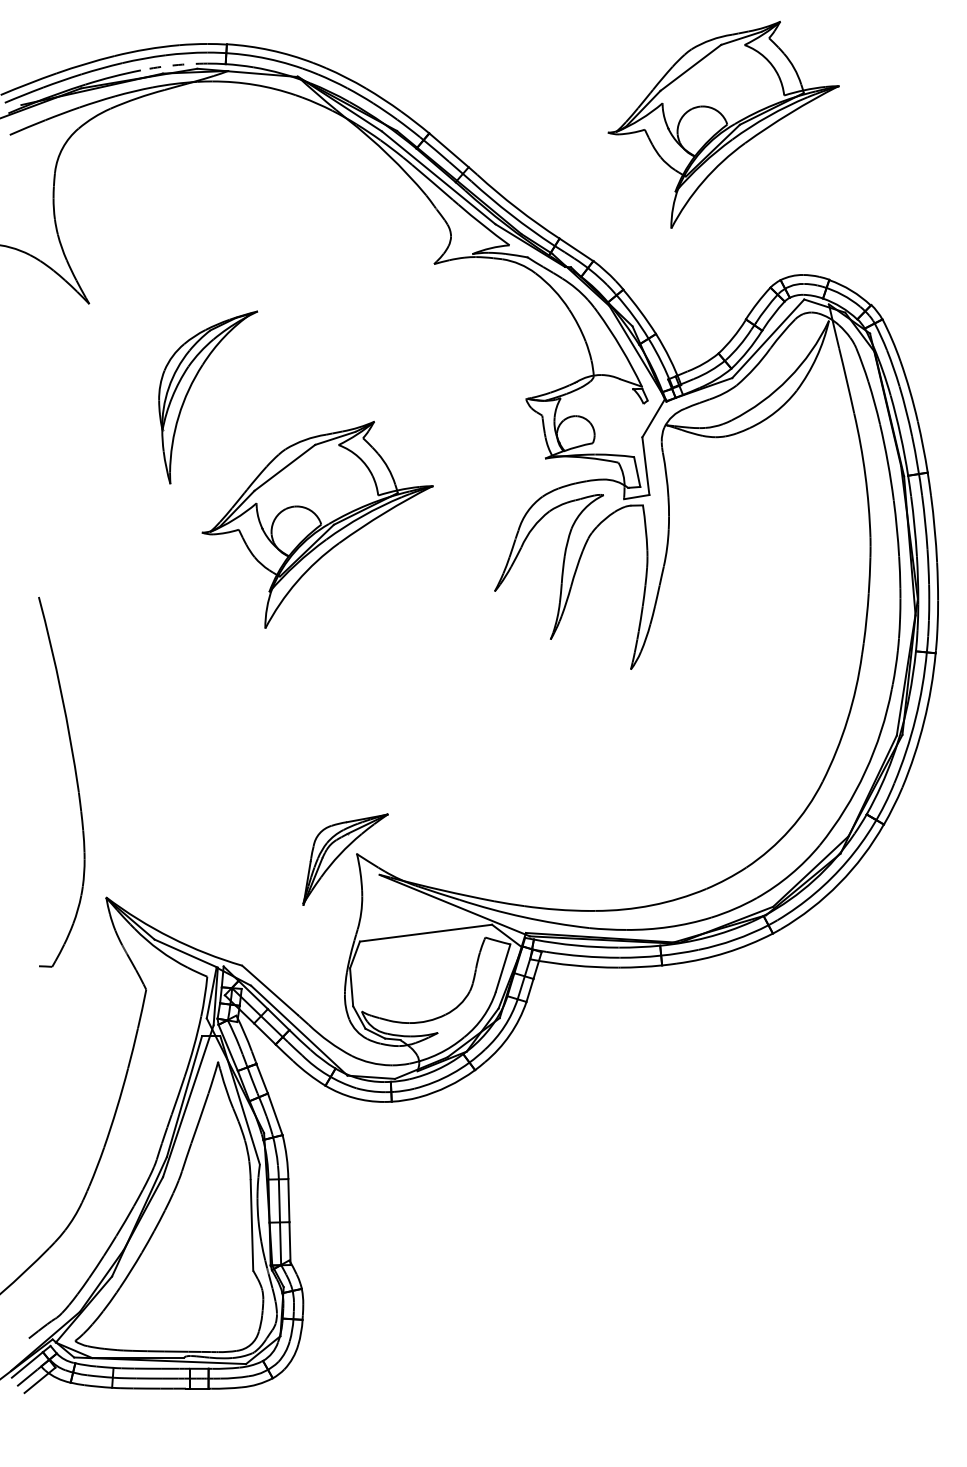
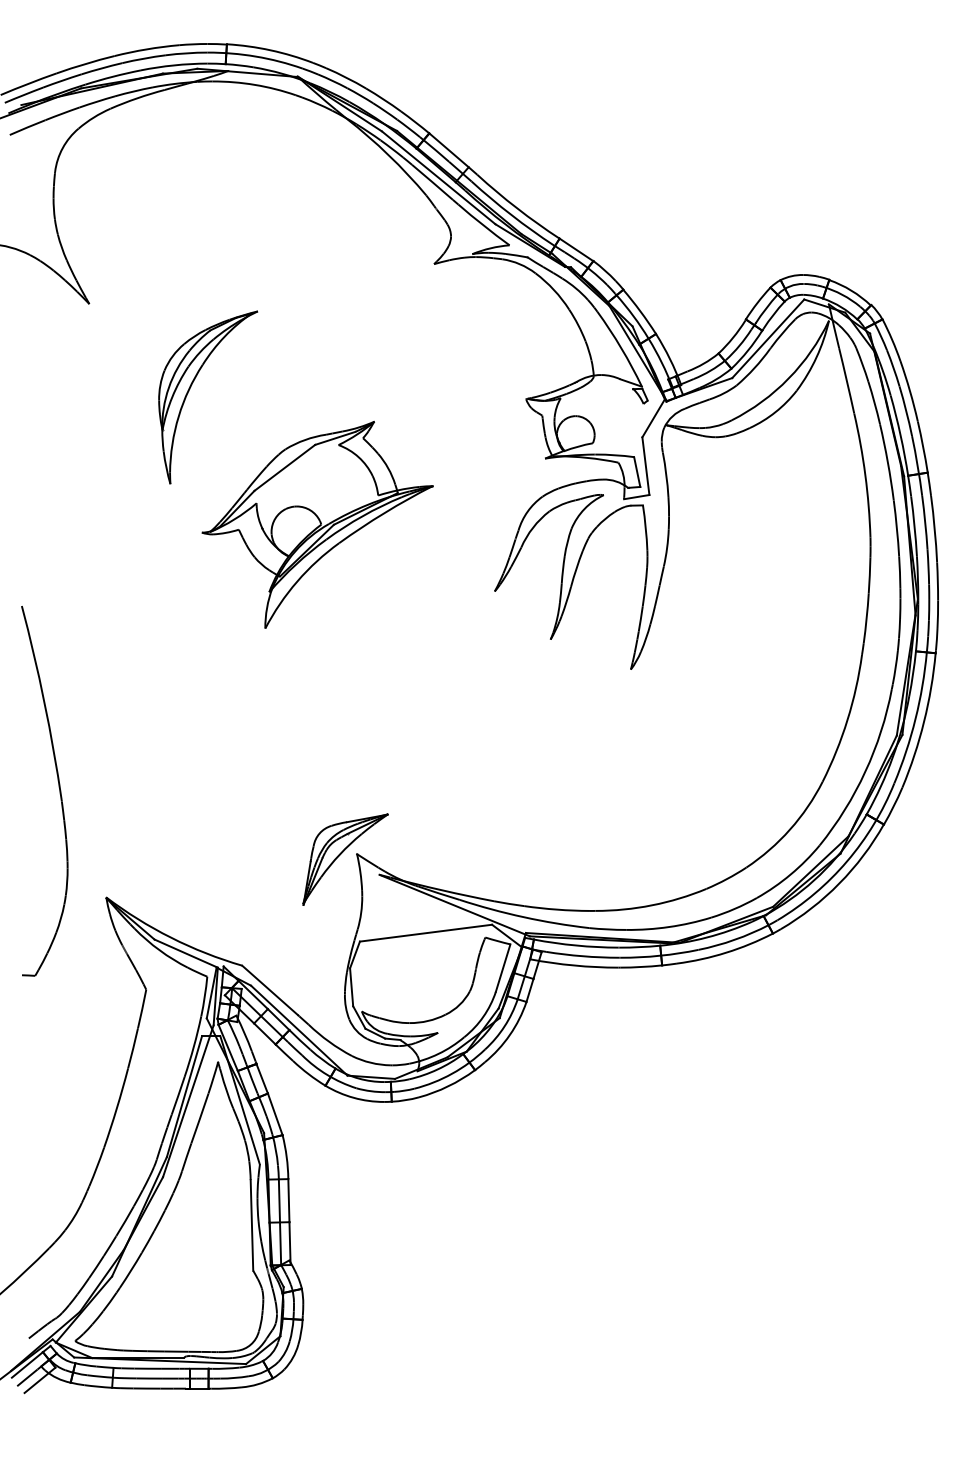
arc at (174, 65): dashed -> solid
part at (723, 124): present -> none
part at (75, 778) position: (75, 778) -> (58, 787)
